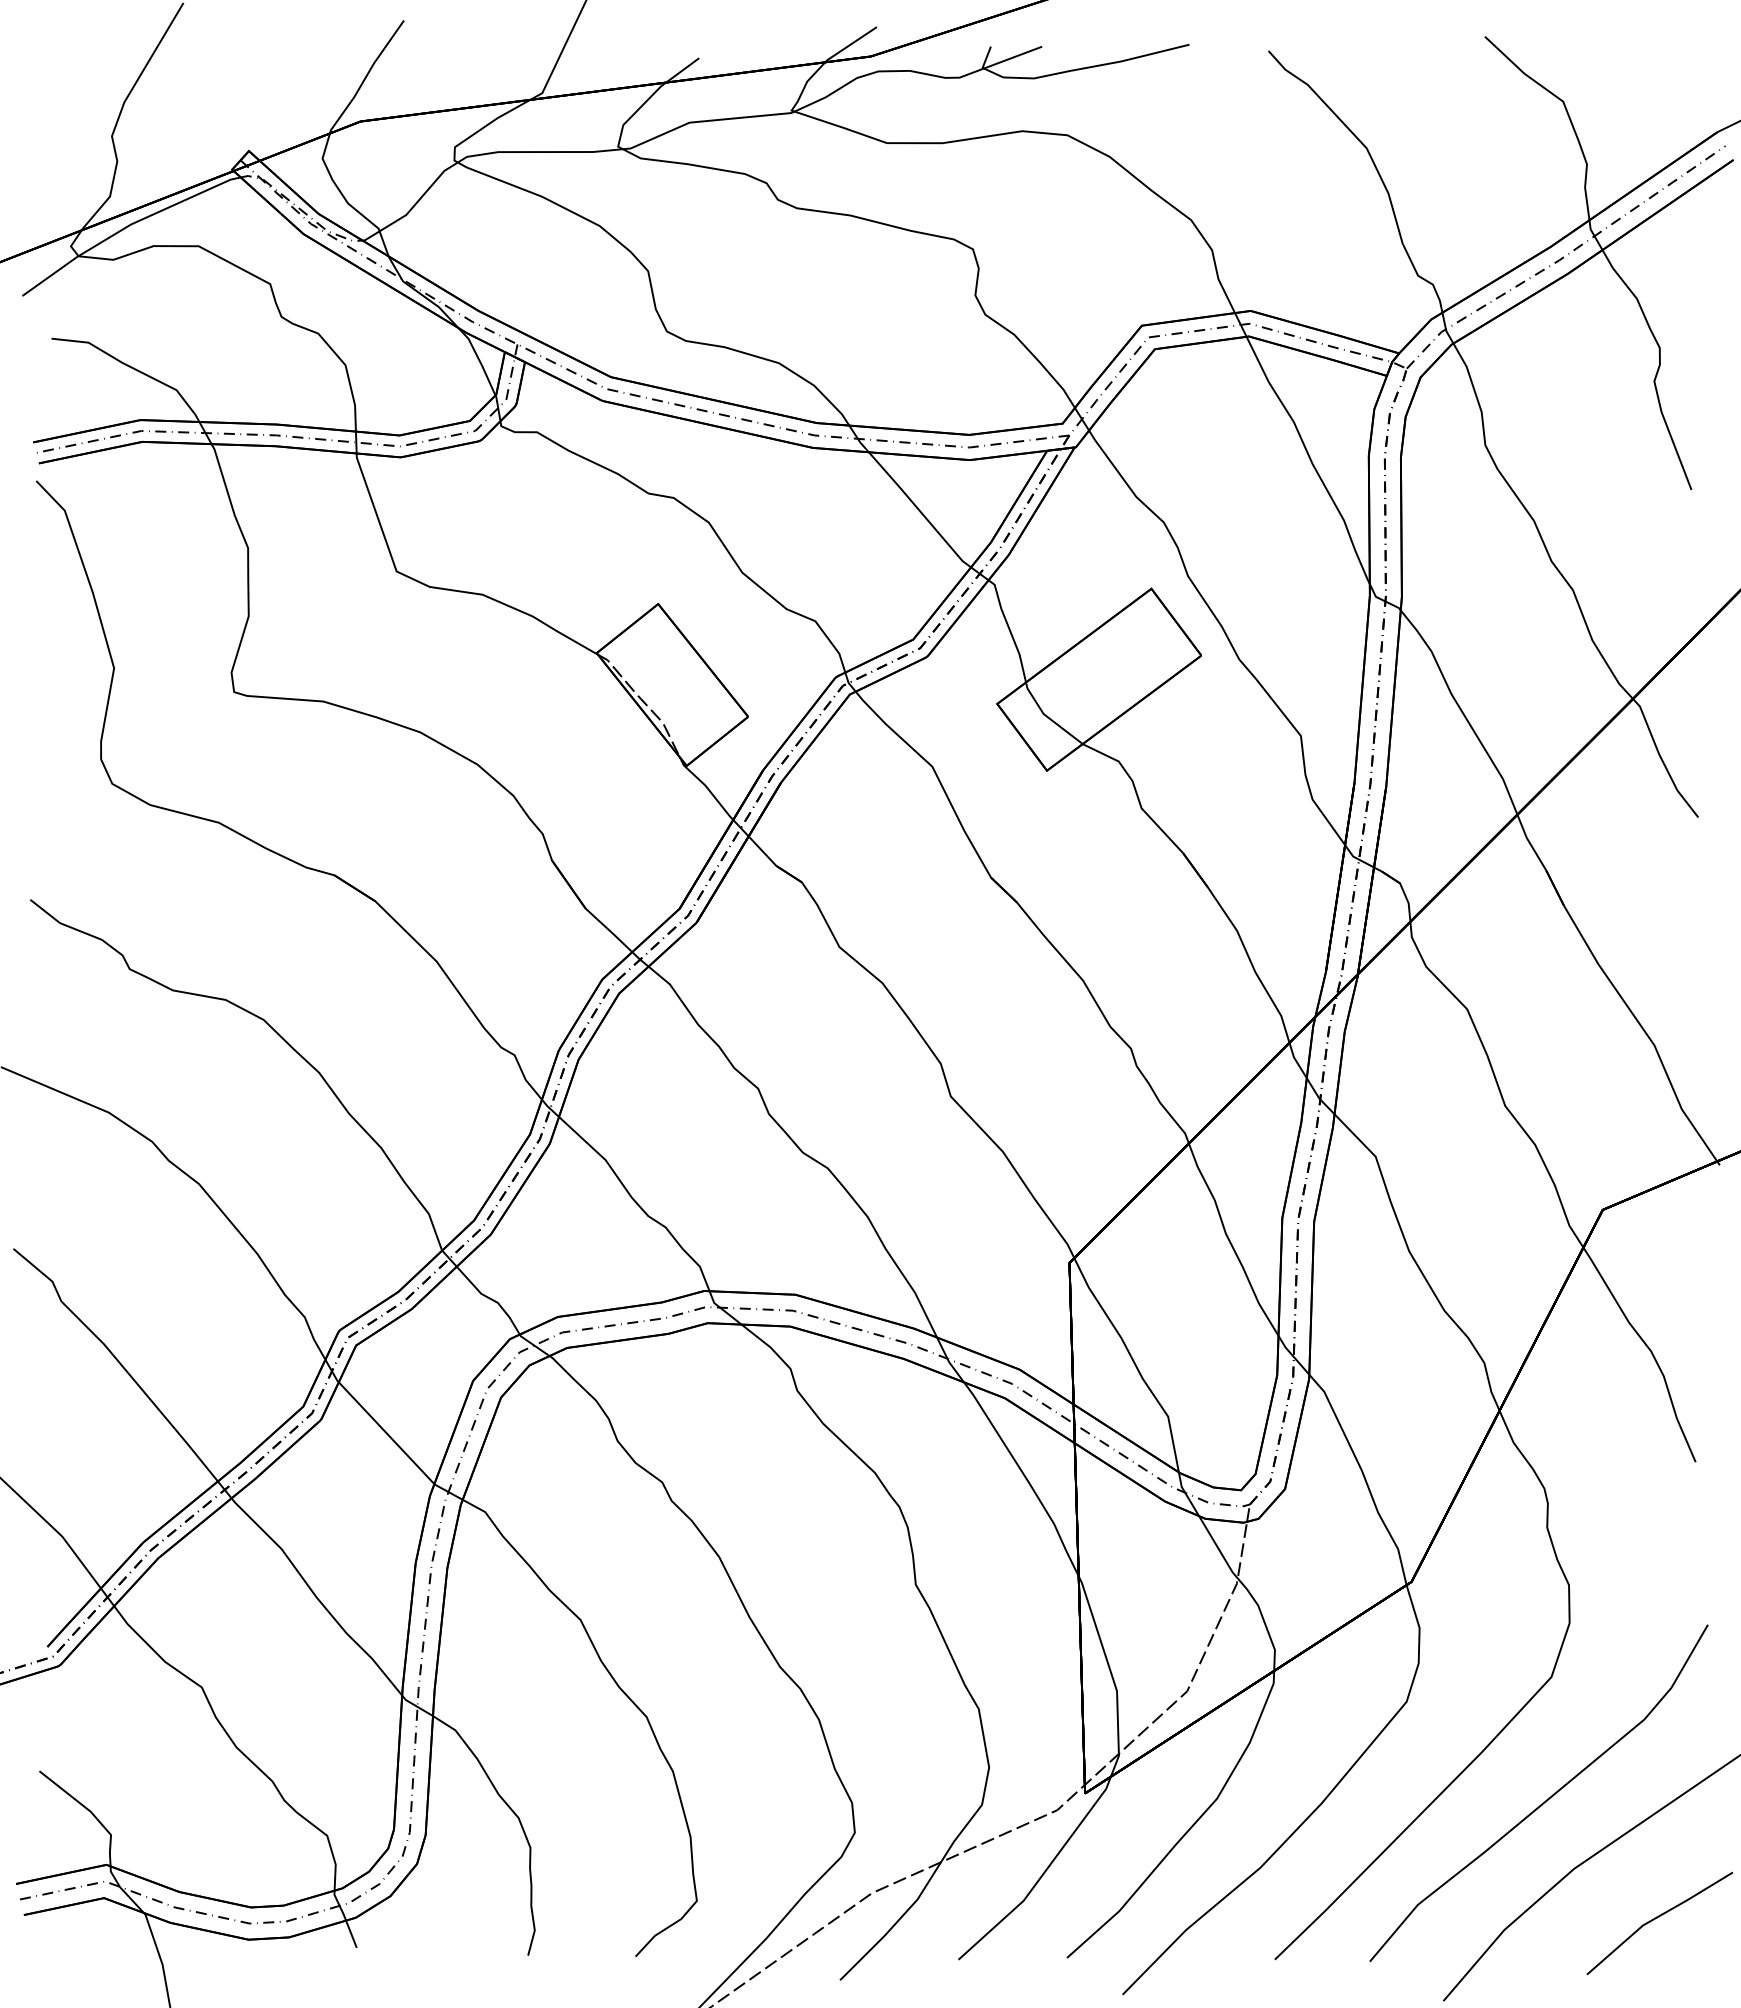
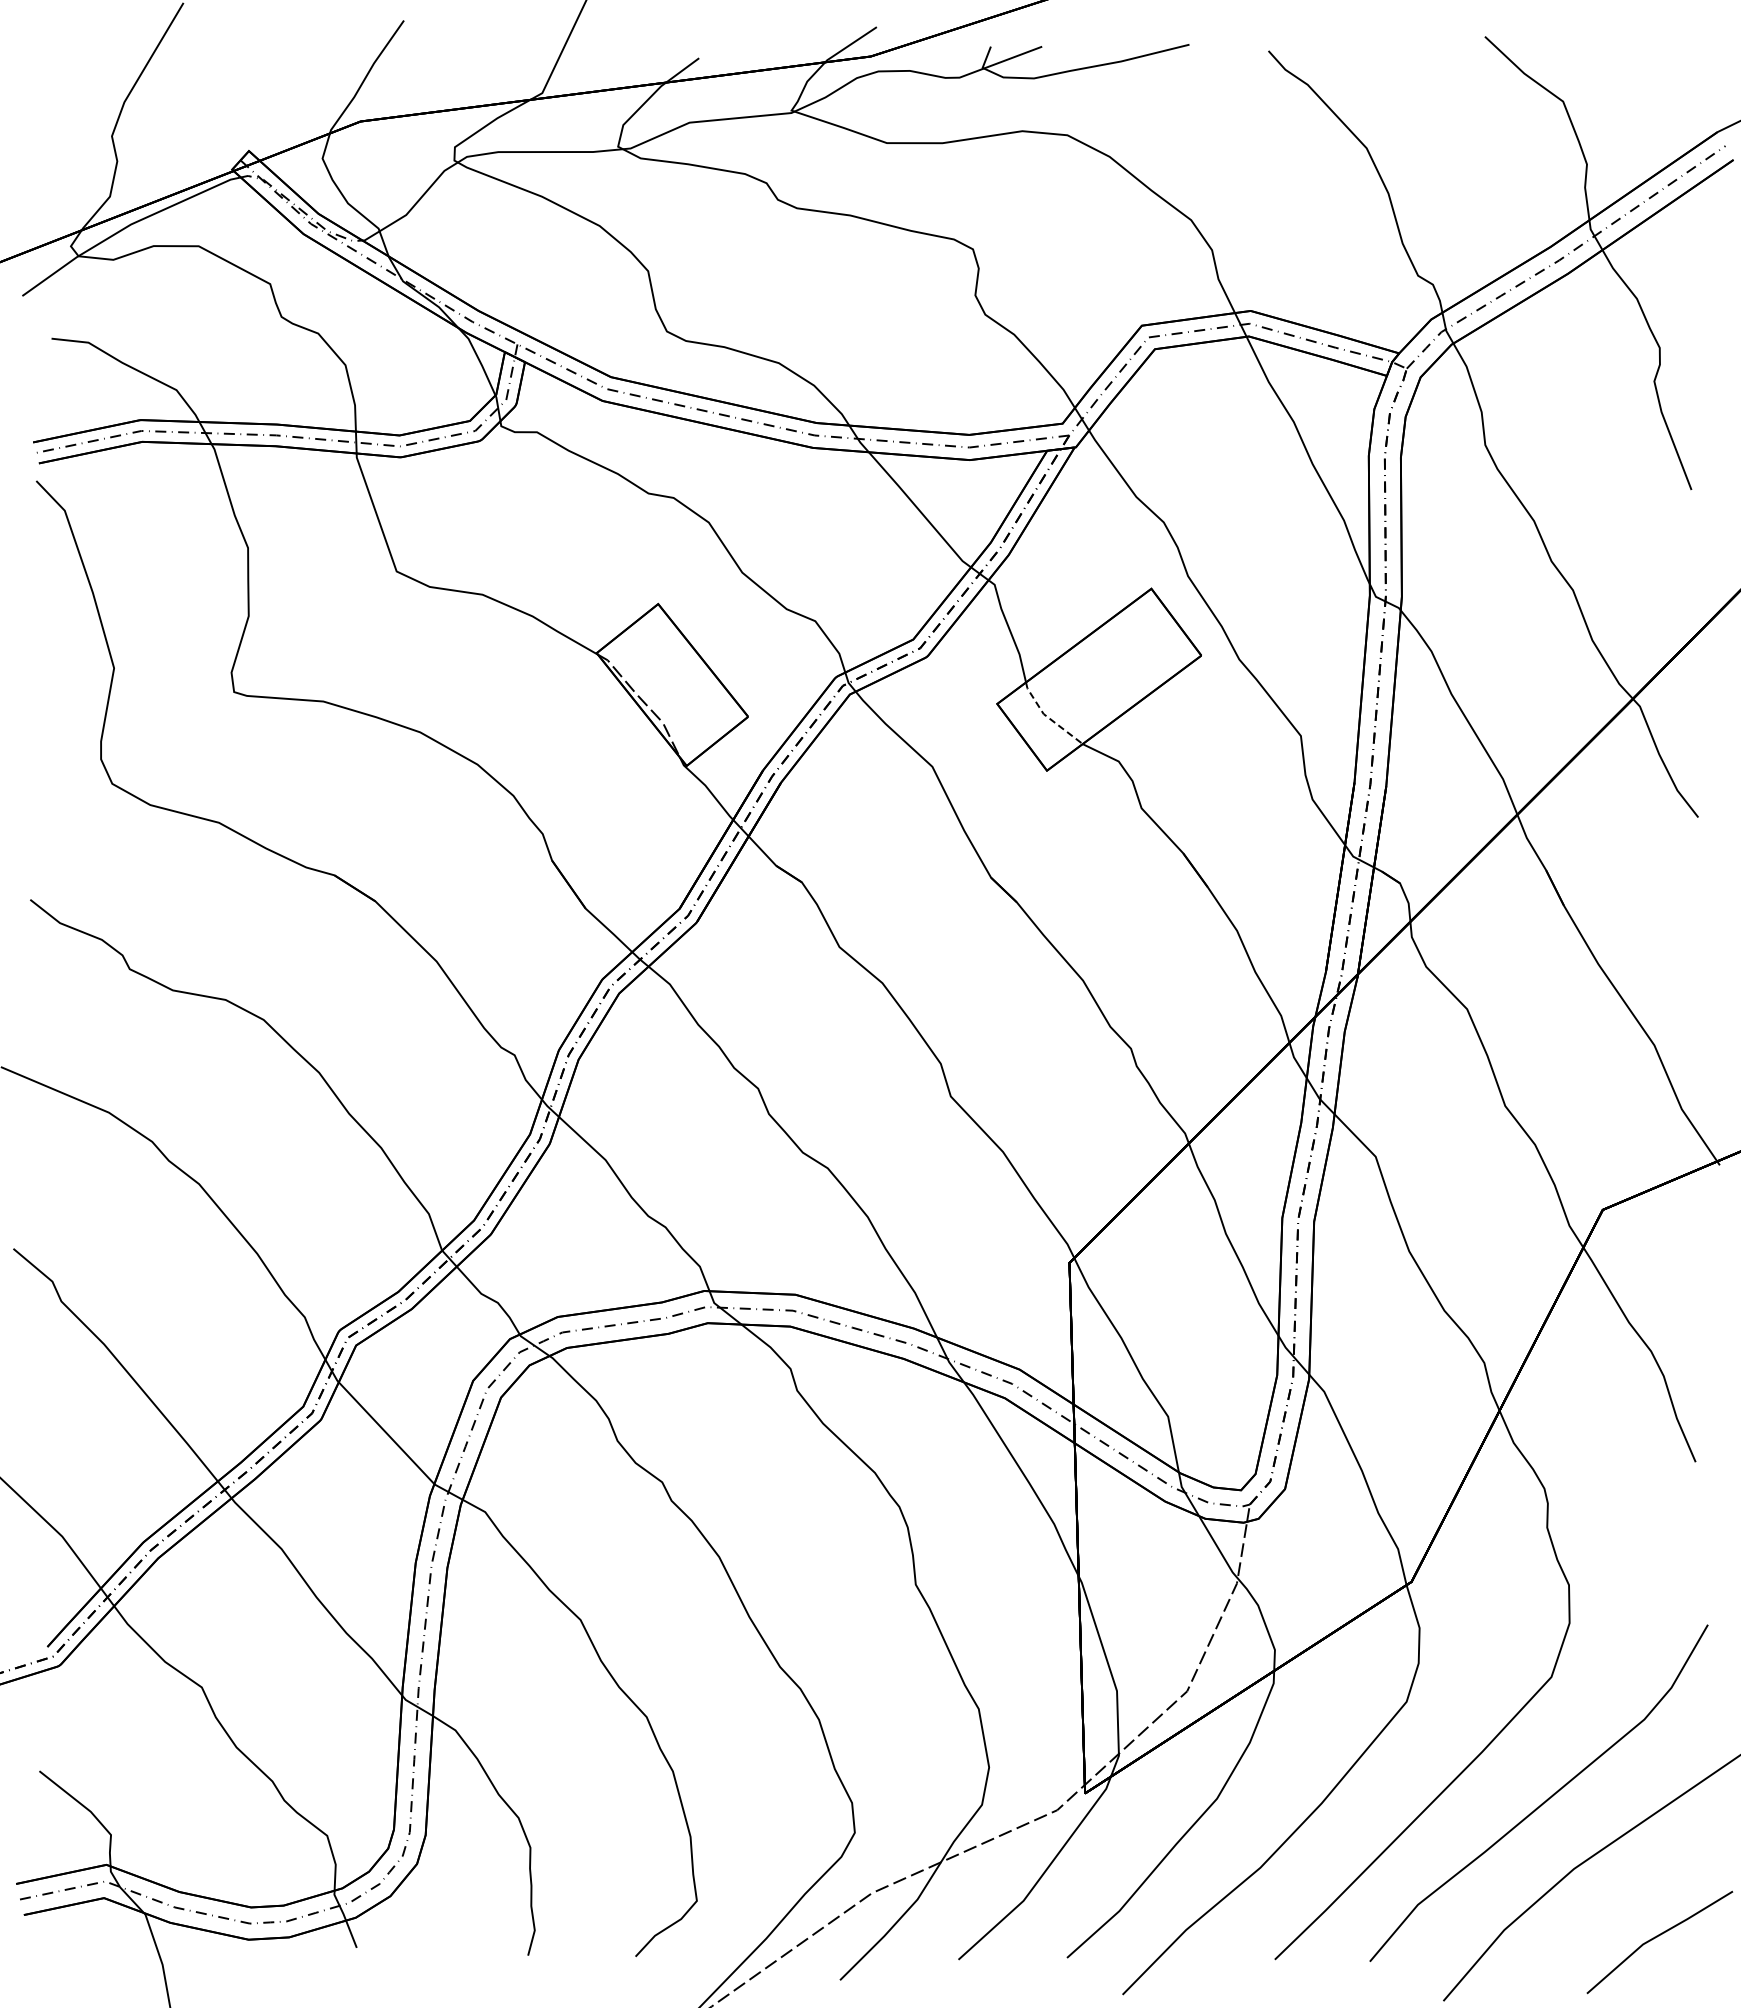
line at (1047, 717): solid -> dashed
line at (1657, 1918) position: (1657, 1918) -> (1657, 1937)
